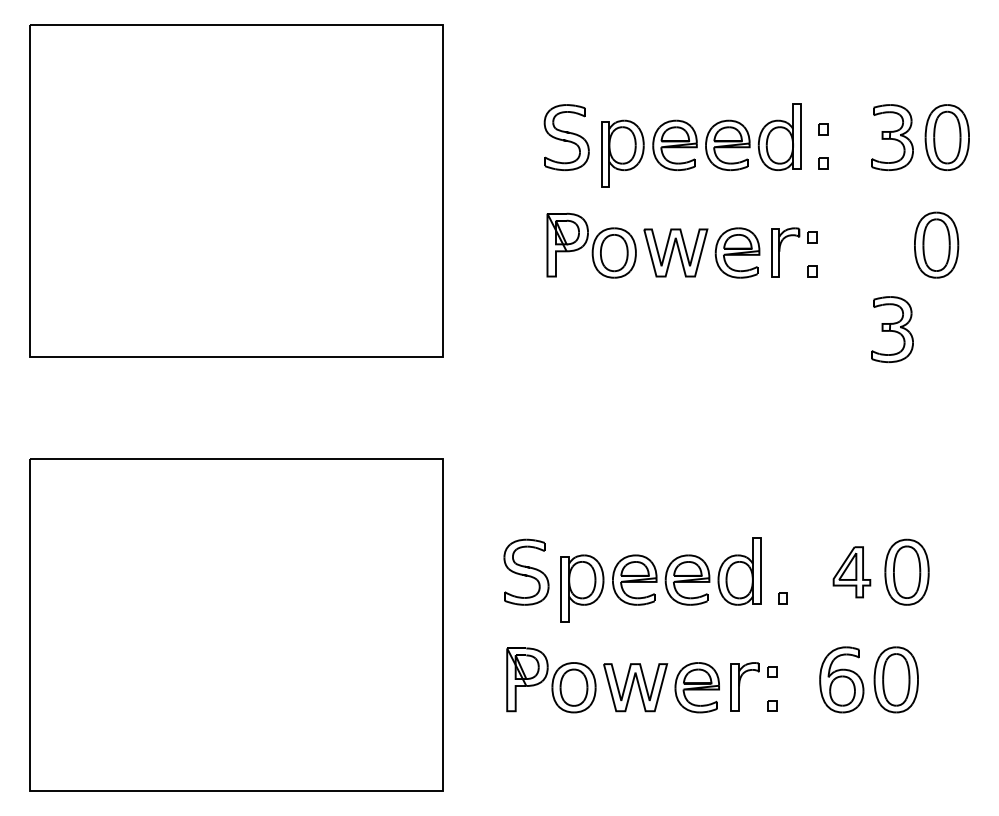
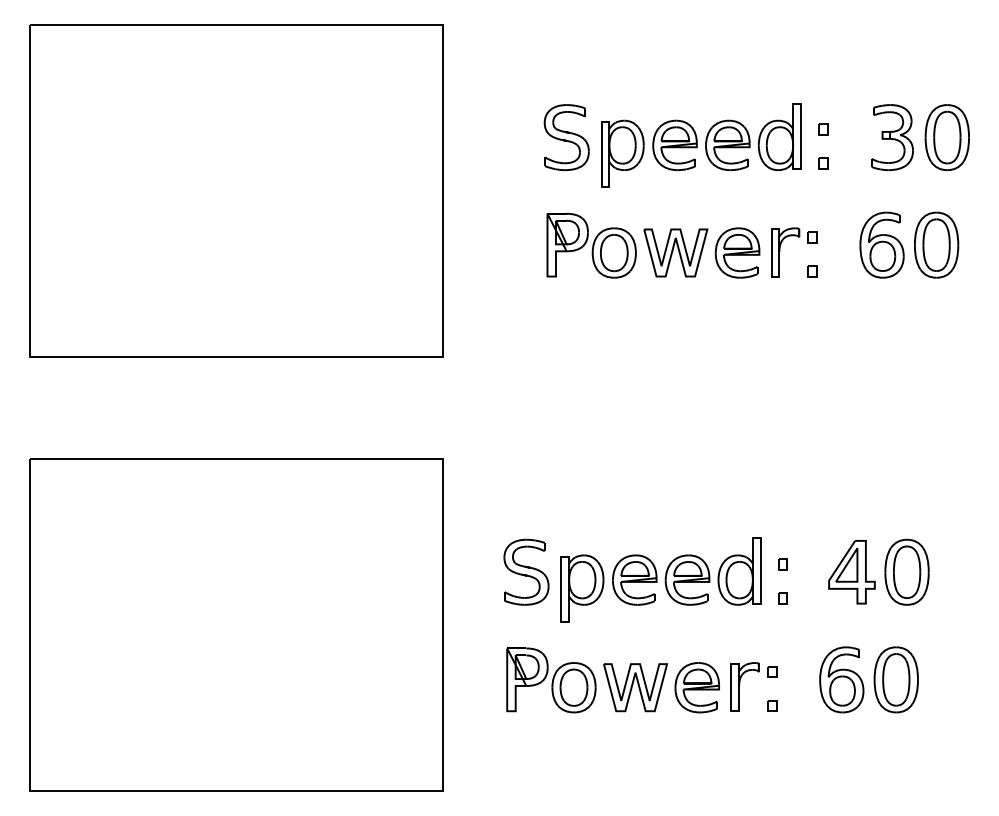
part at (881, 244): none -> present
part at (892, 329): present -> none
part at (782, 564): none -> present
part at (851, 572) size: 40x53 px -> 48x65 px
